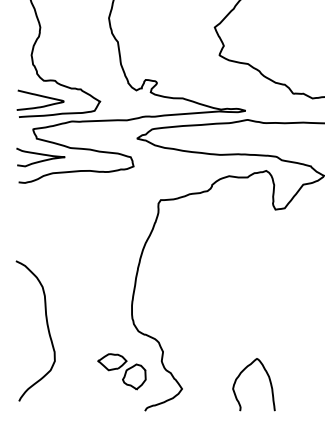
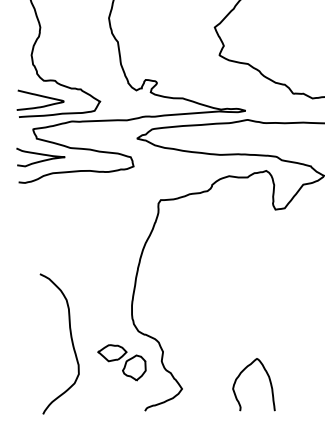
curve at (47, 330) position: (47, 330) -> (71, 343)
part at (121, 371) position: (121, 371) -> (121, 362)
